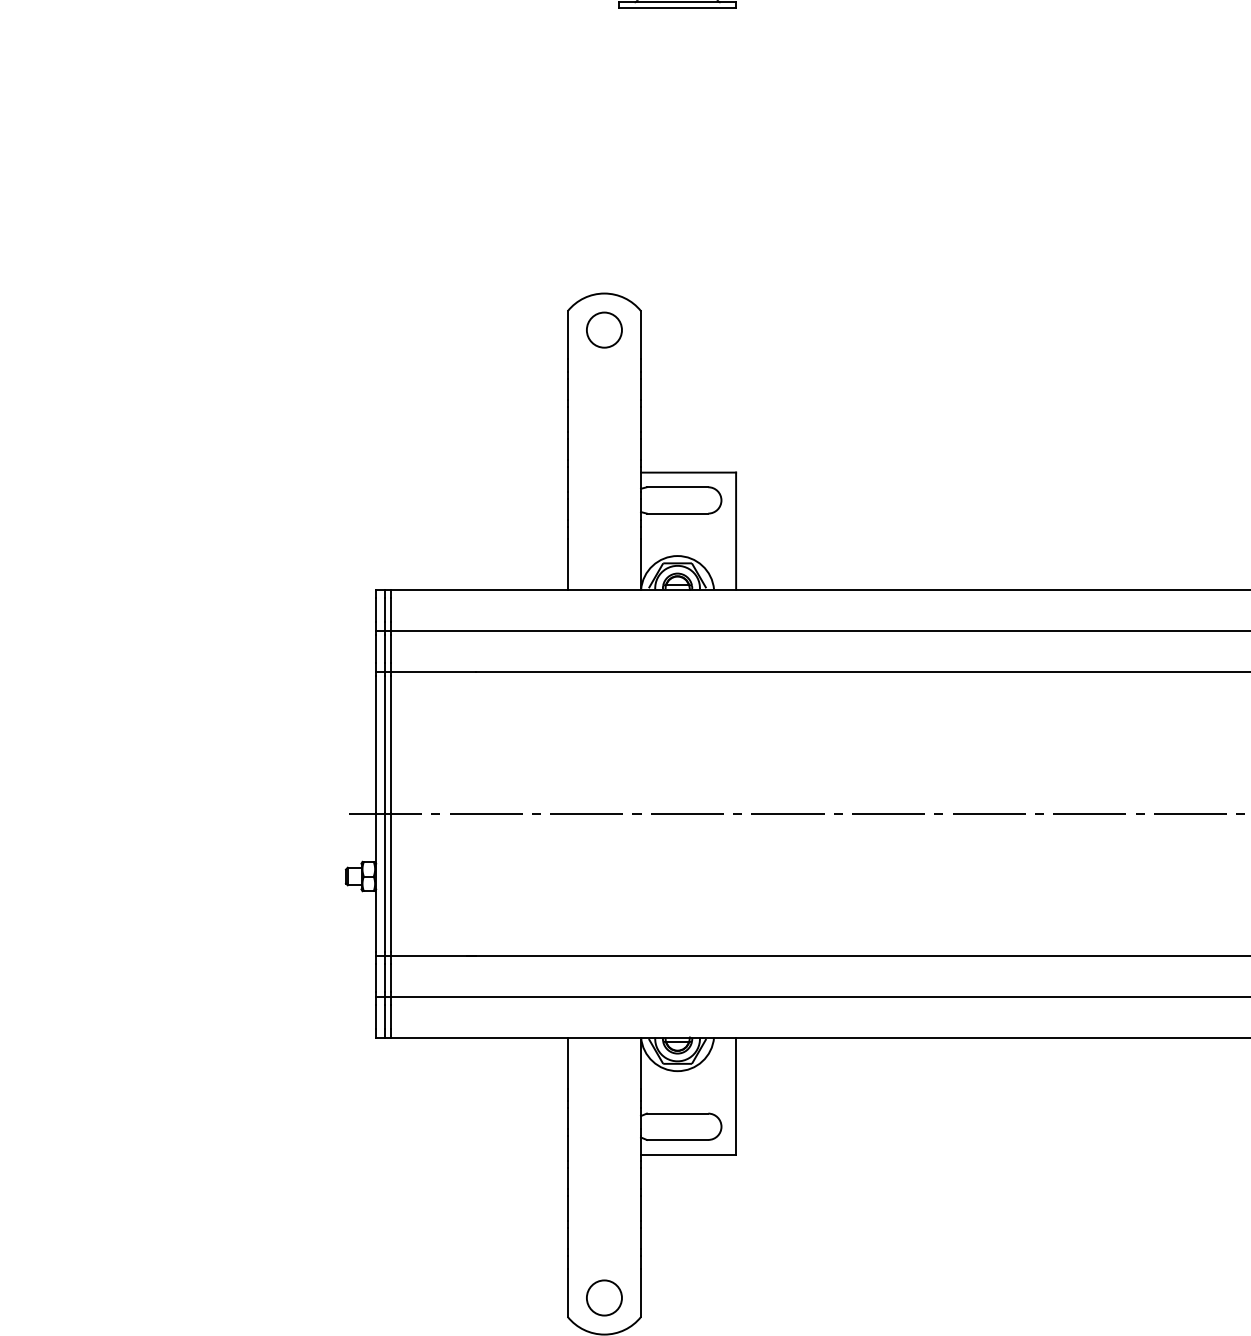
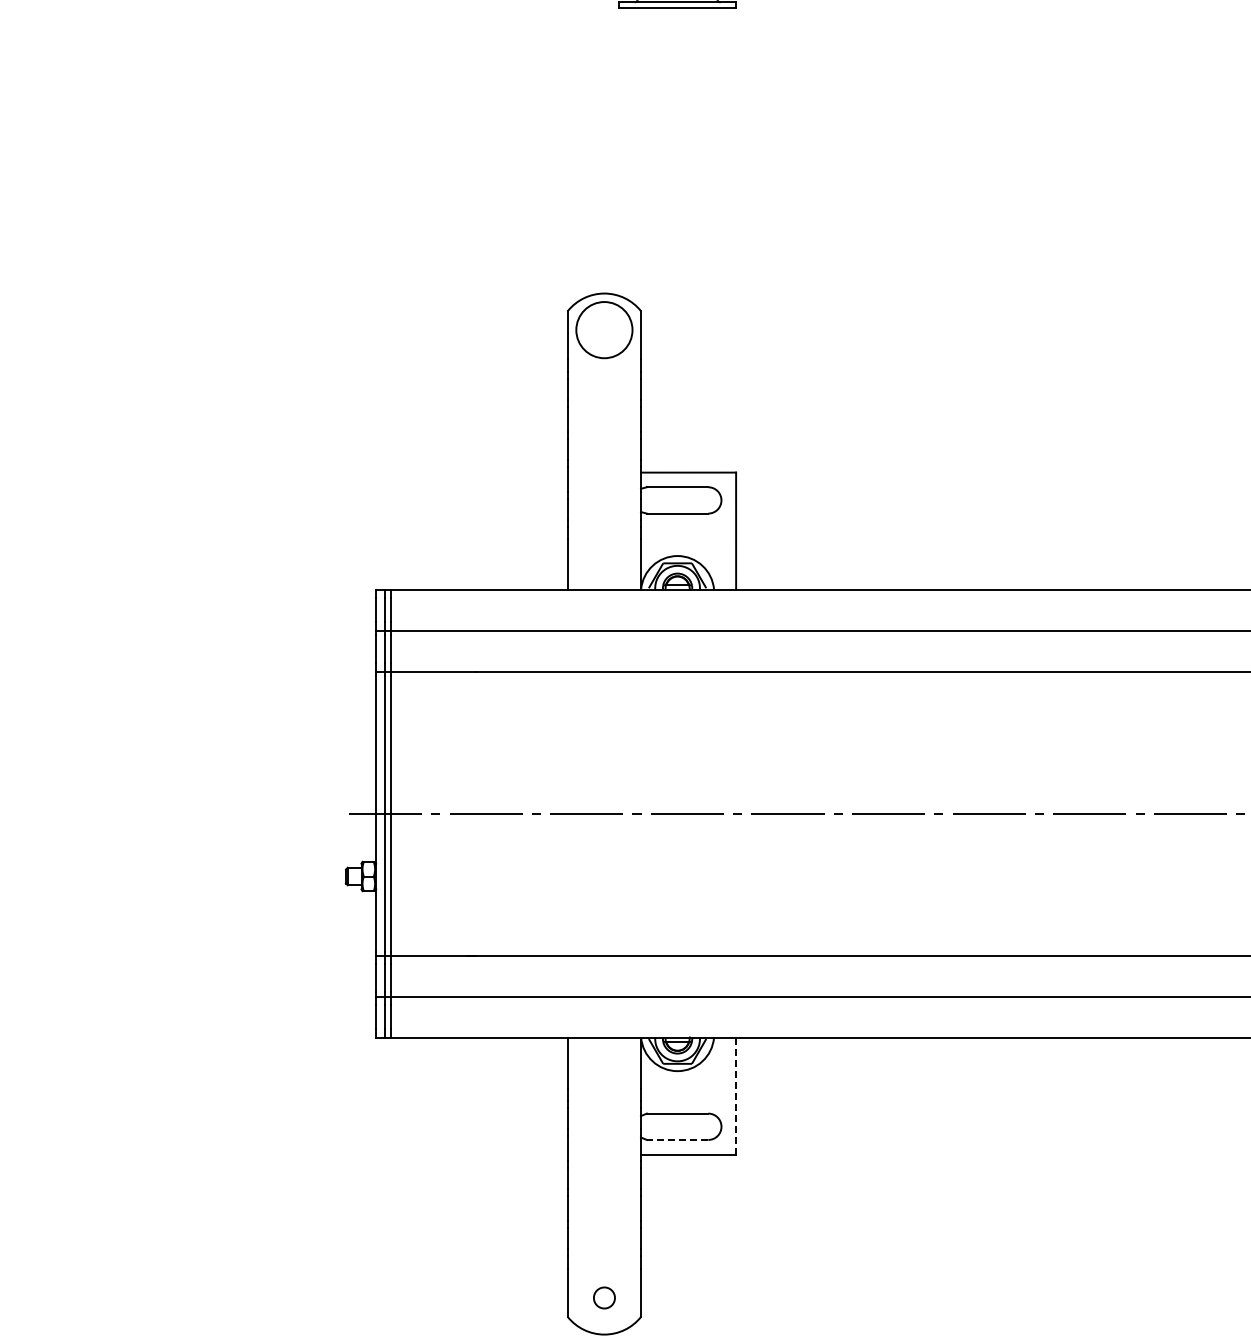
circle at (603, 329) diameter: 35 px -> 56 px
line at (736, 1096): solid -> dashed
line at (677, 1139): solid -> dashed
circle at (604, 1297) size: 37x38 px -> 23x24 px
